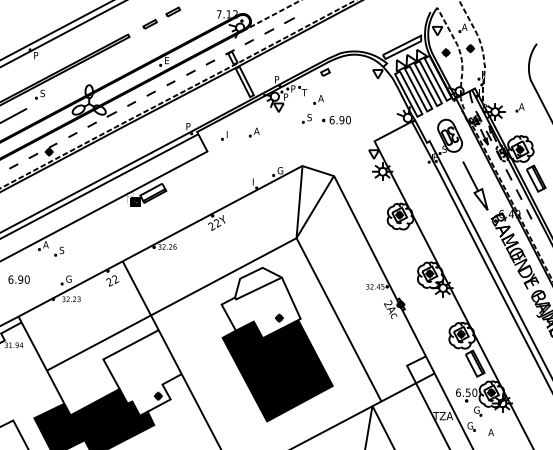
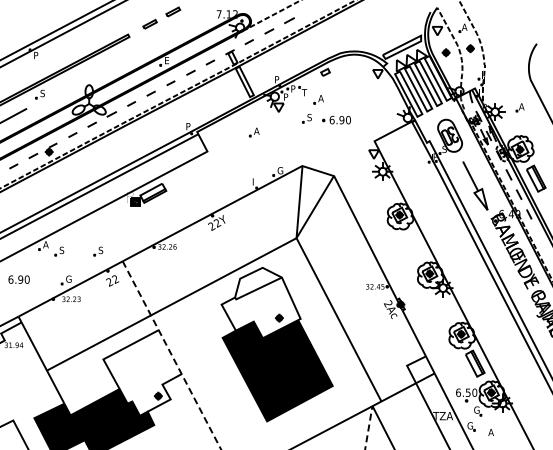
part at (224, 135): present -> none
part at (98, 251): none -> present
line at (172, 355): solid -> dashed
line at (368, 428): solid -> dashed
